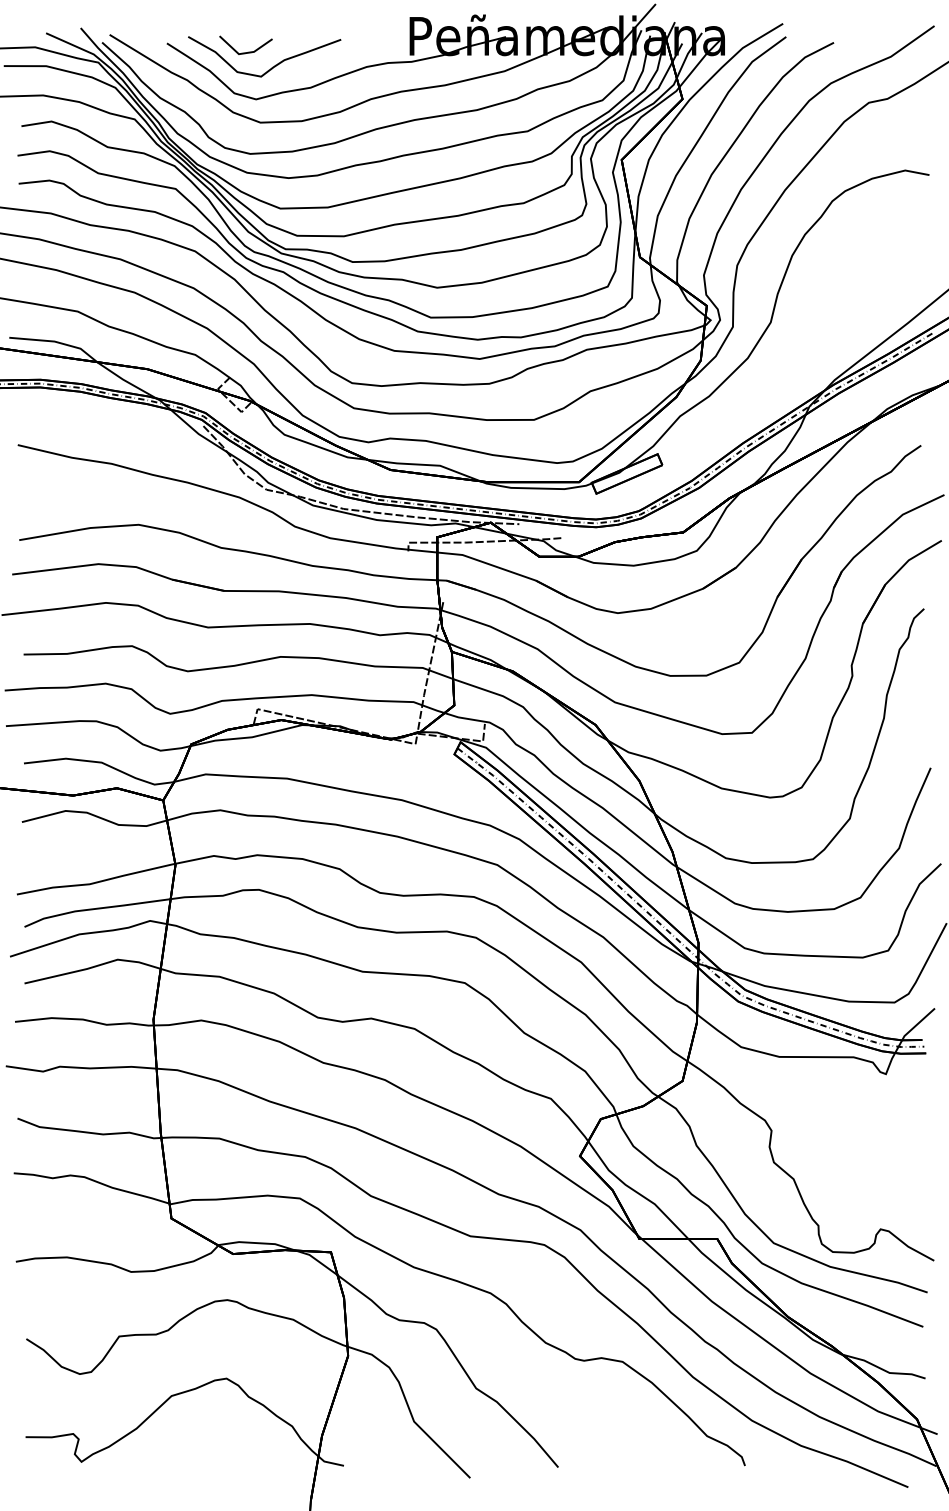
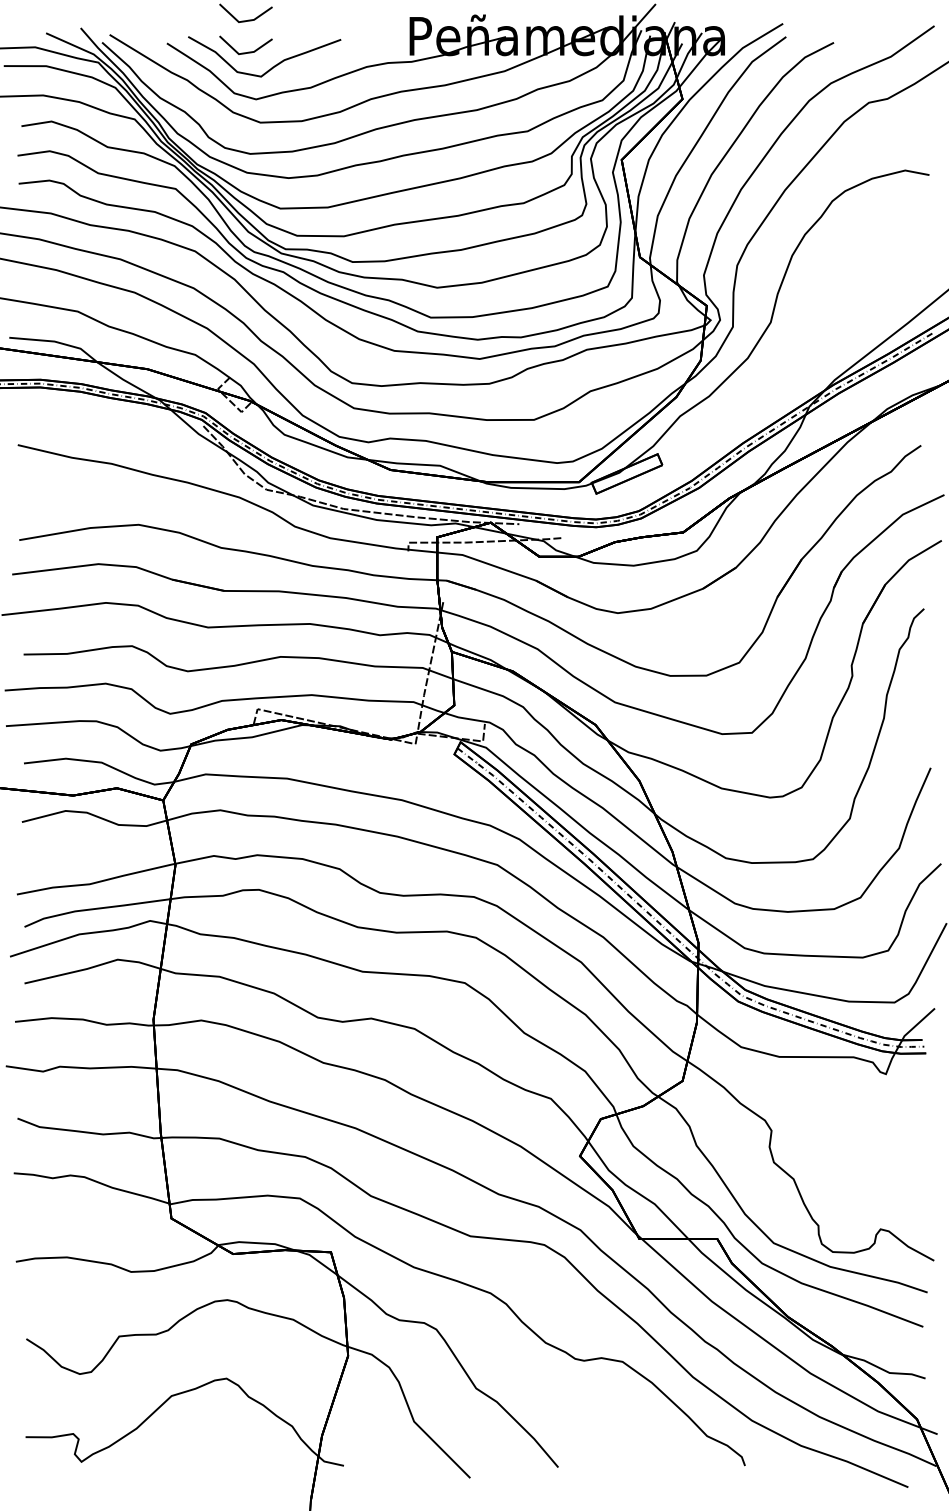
line at (248, 19): none -> present
